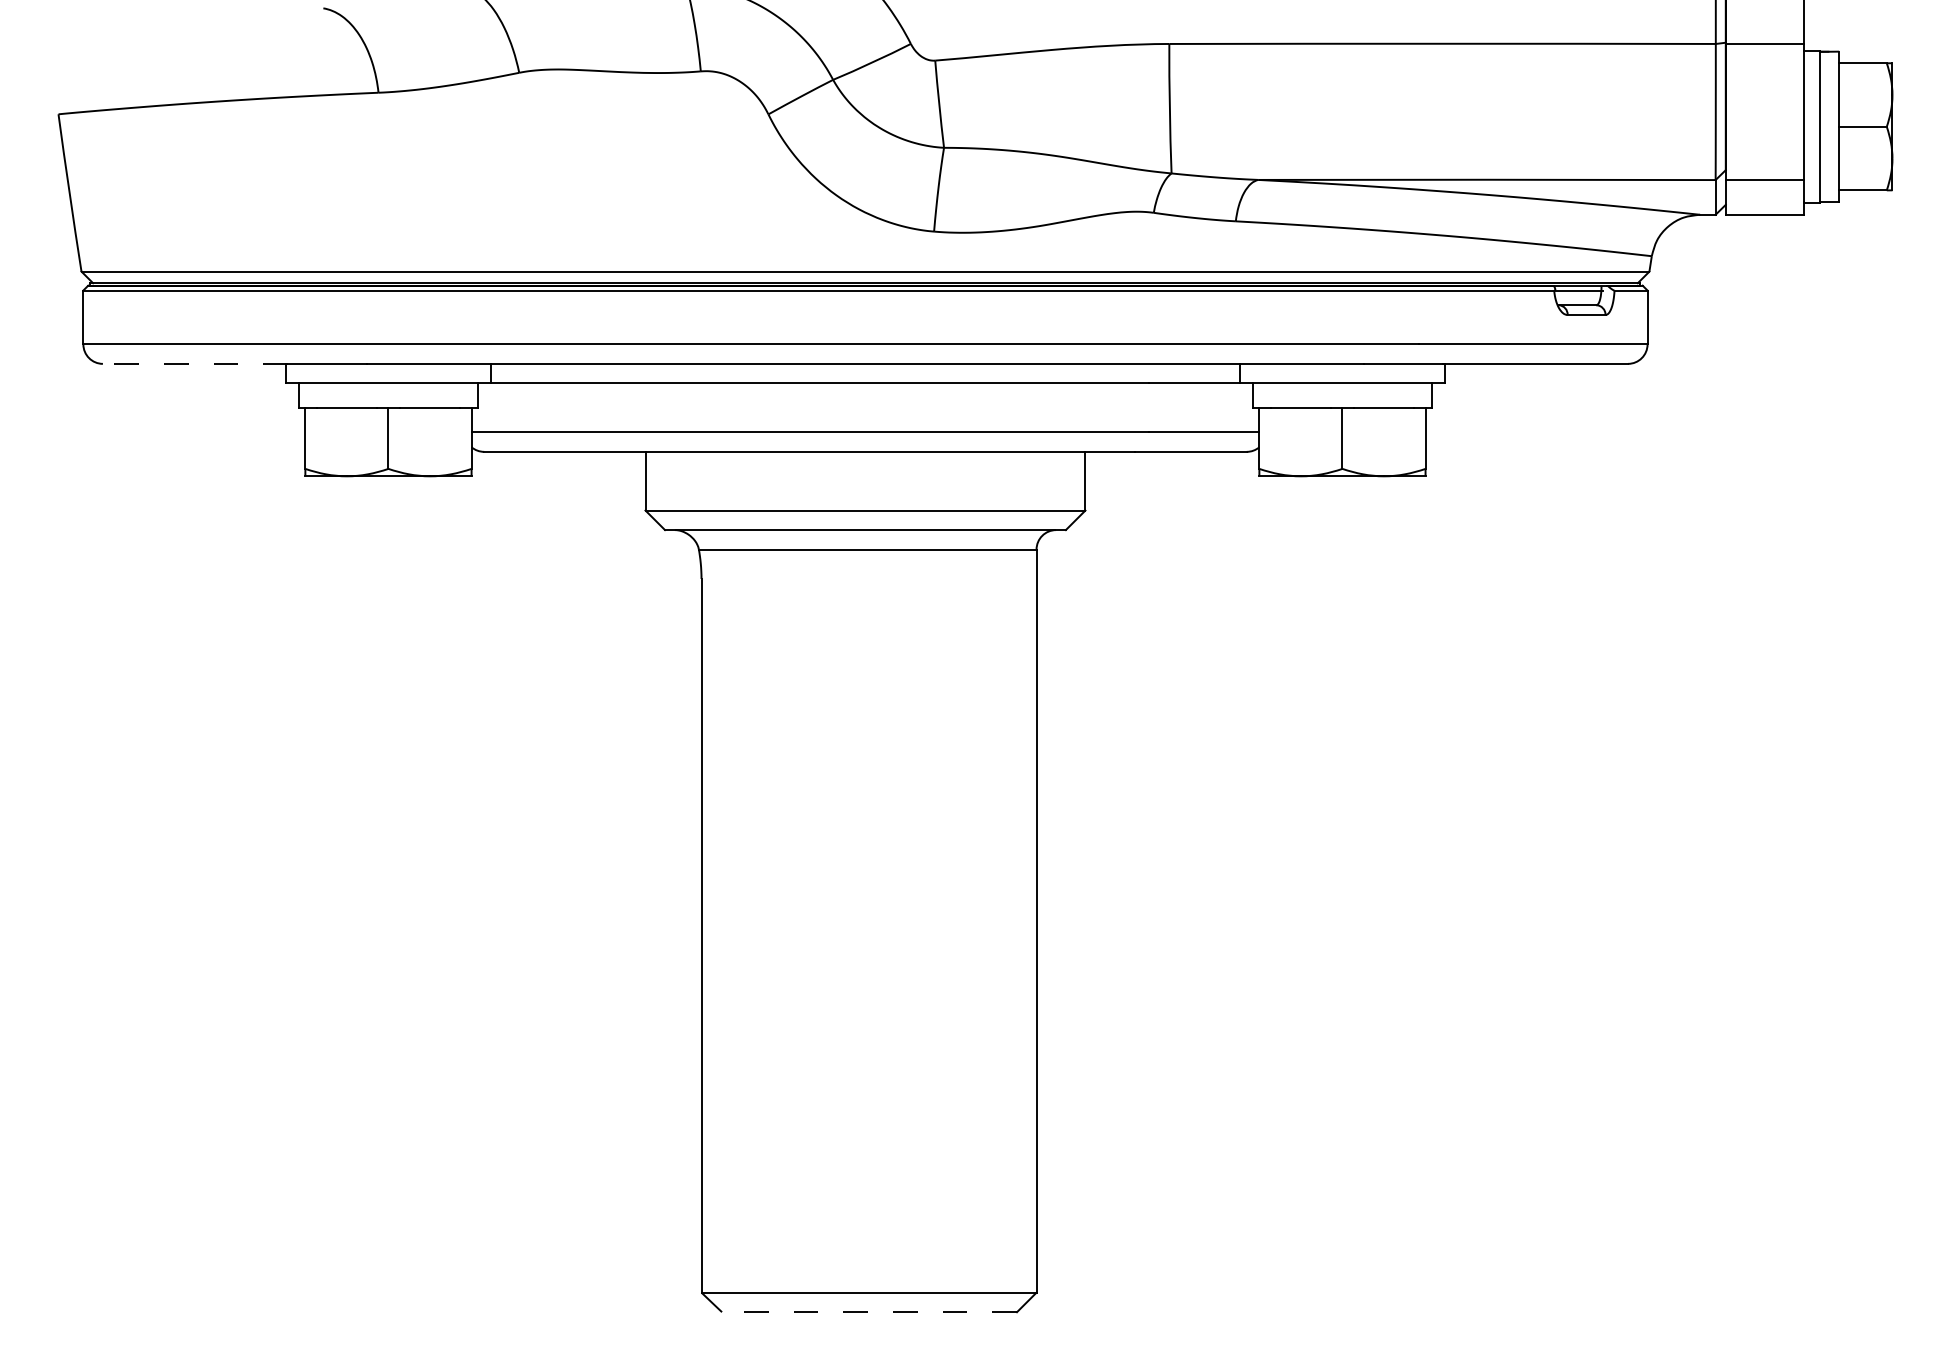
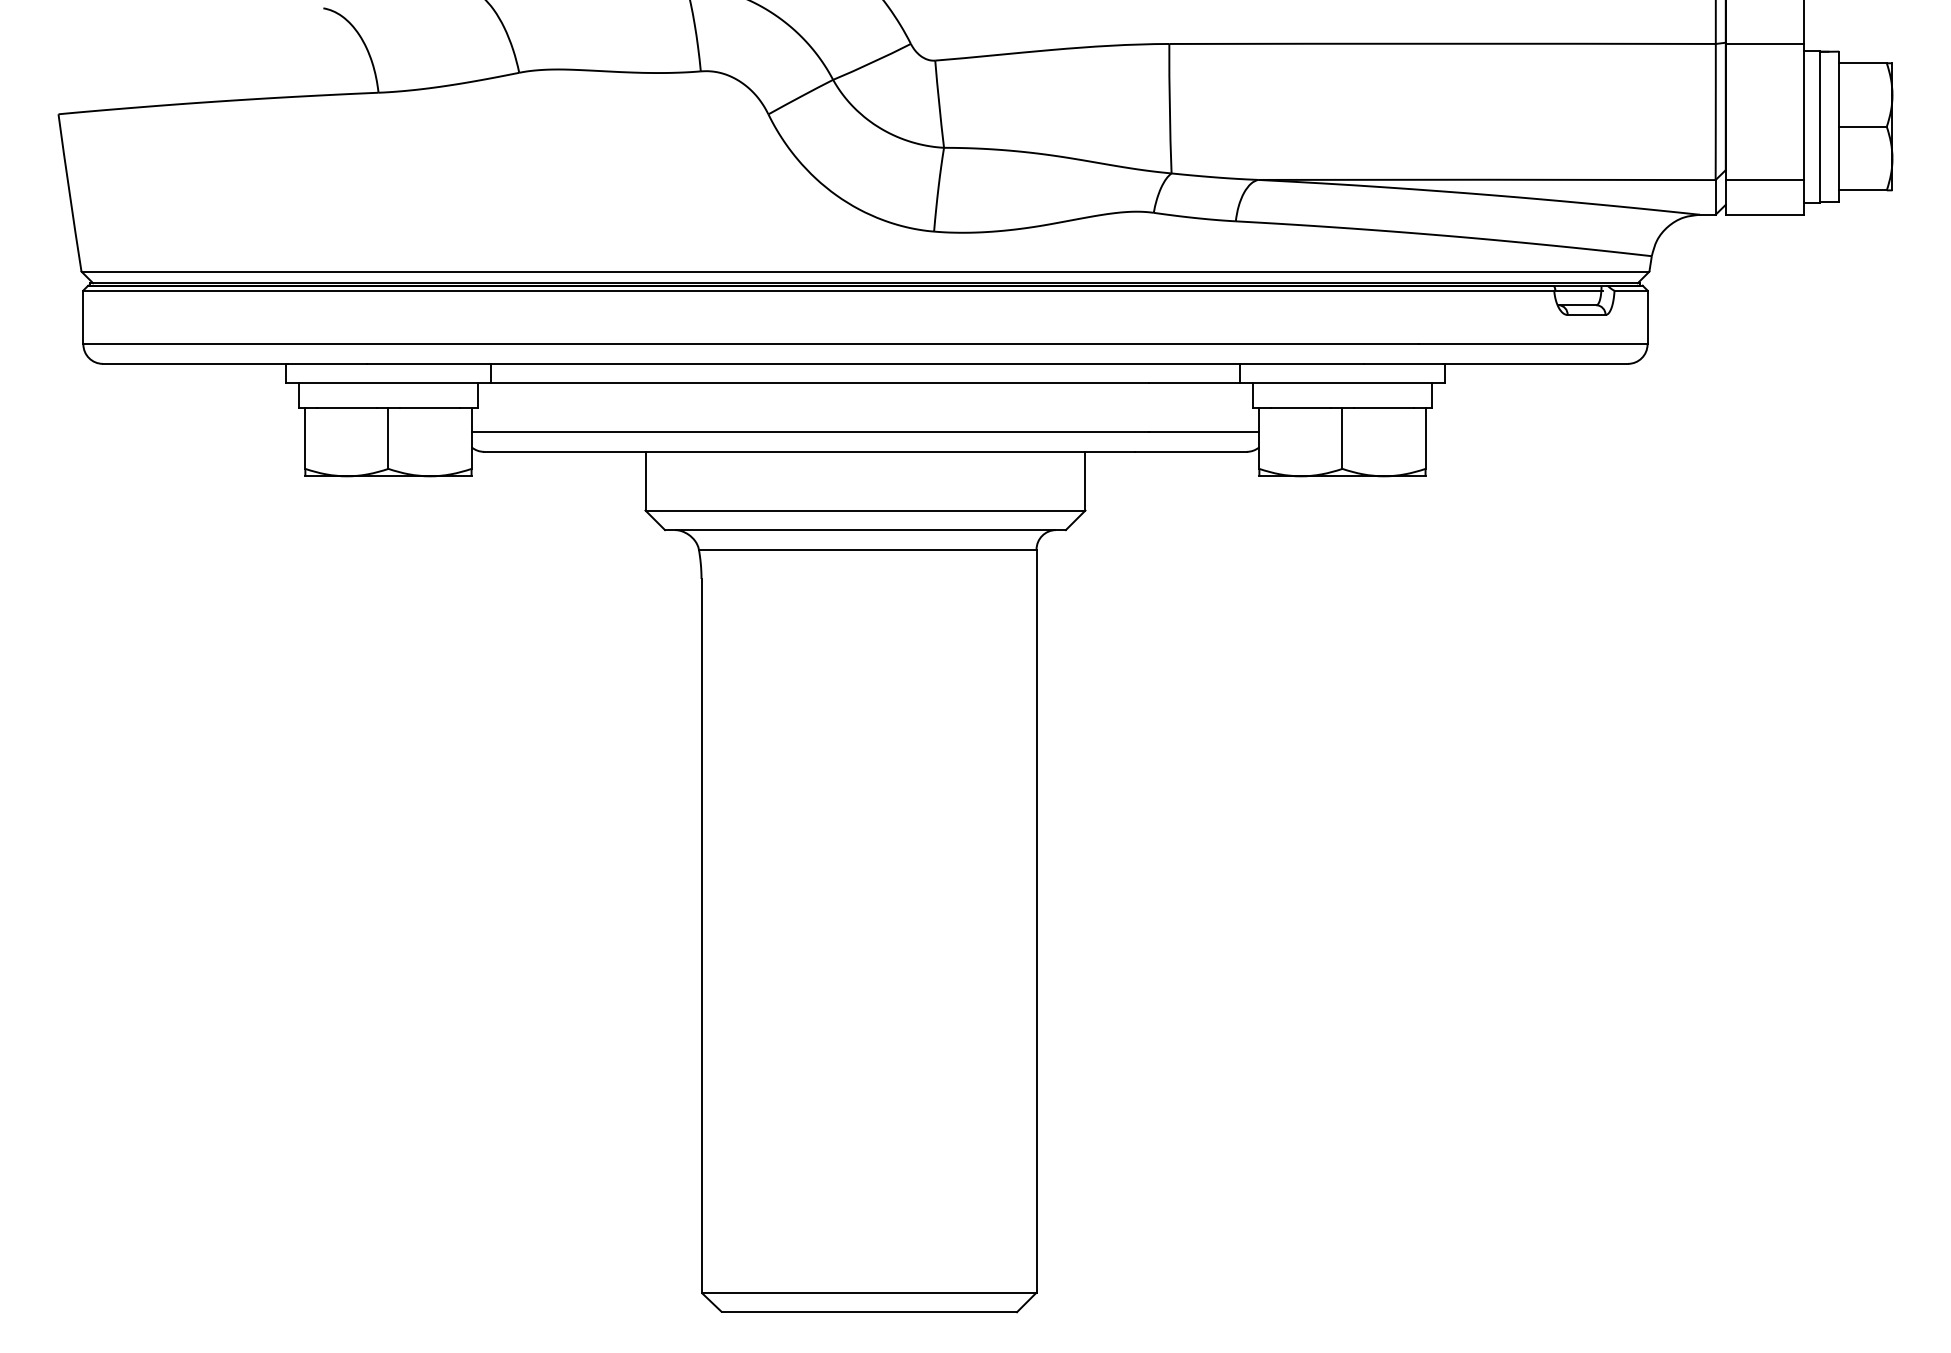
line at (195, 363): dashed -> solid
line at (869, 1312): dashed -> solid
